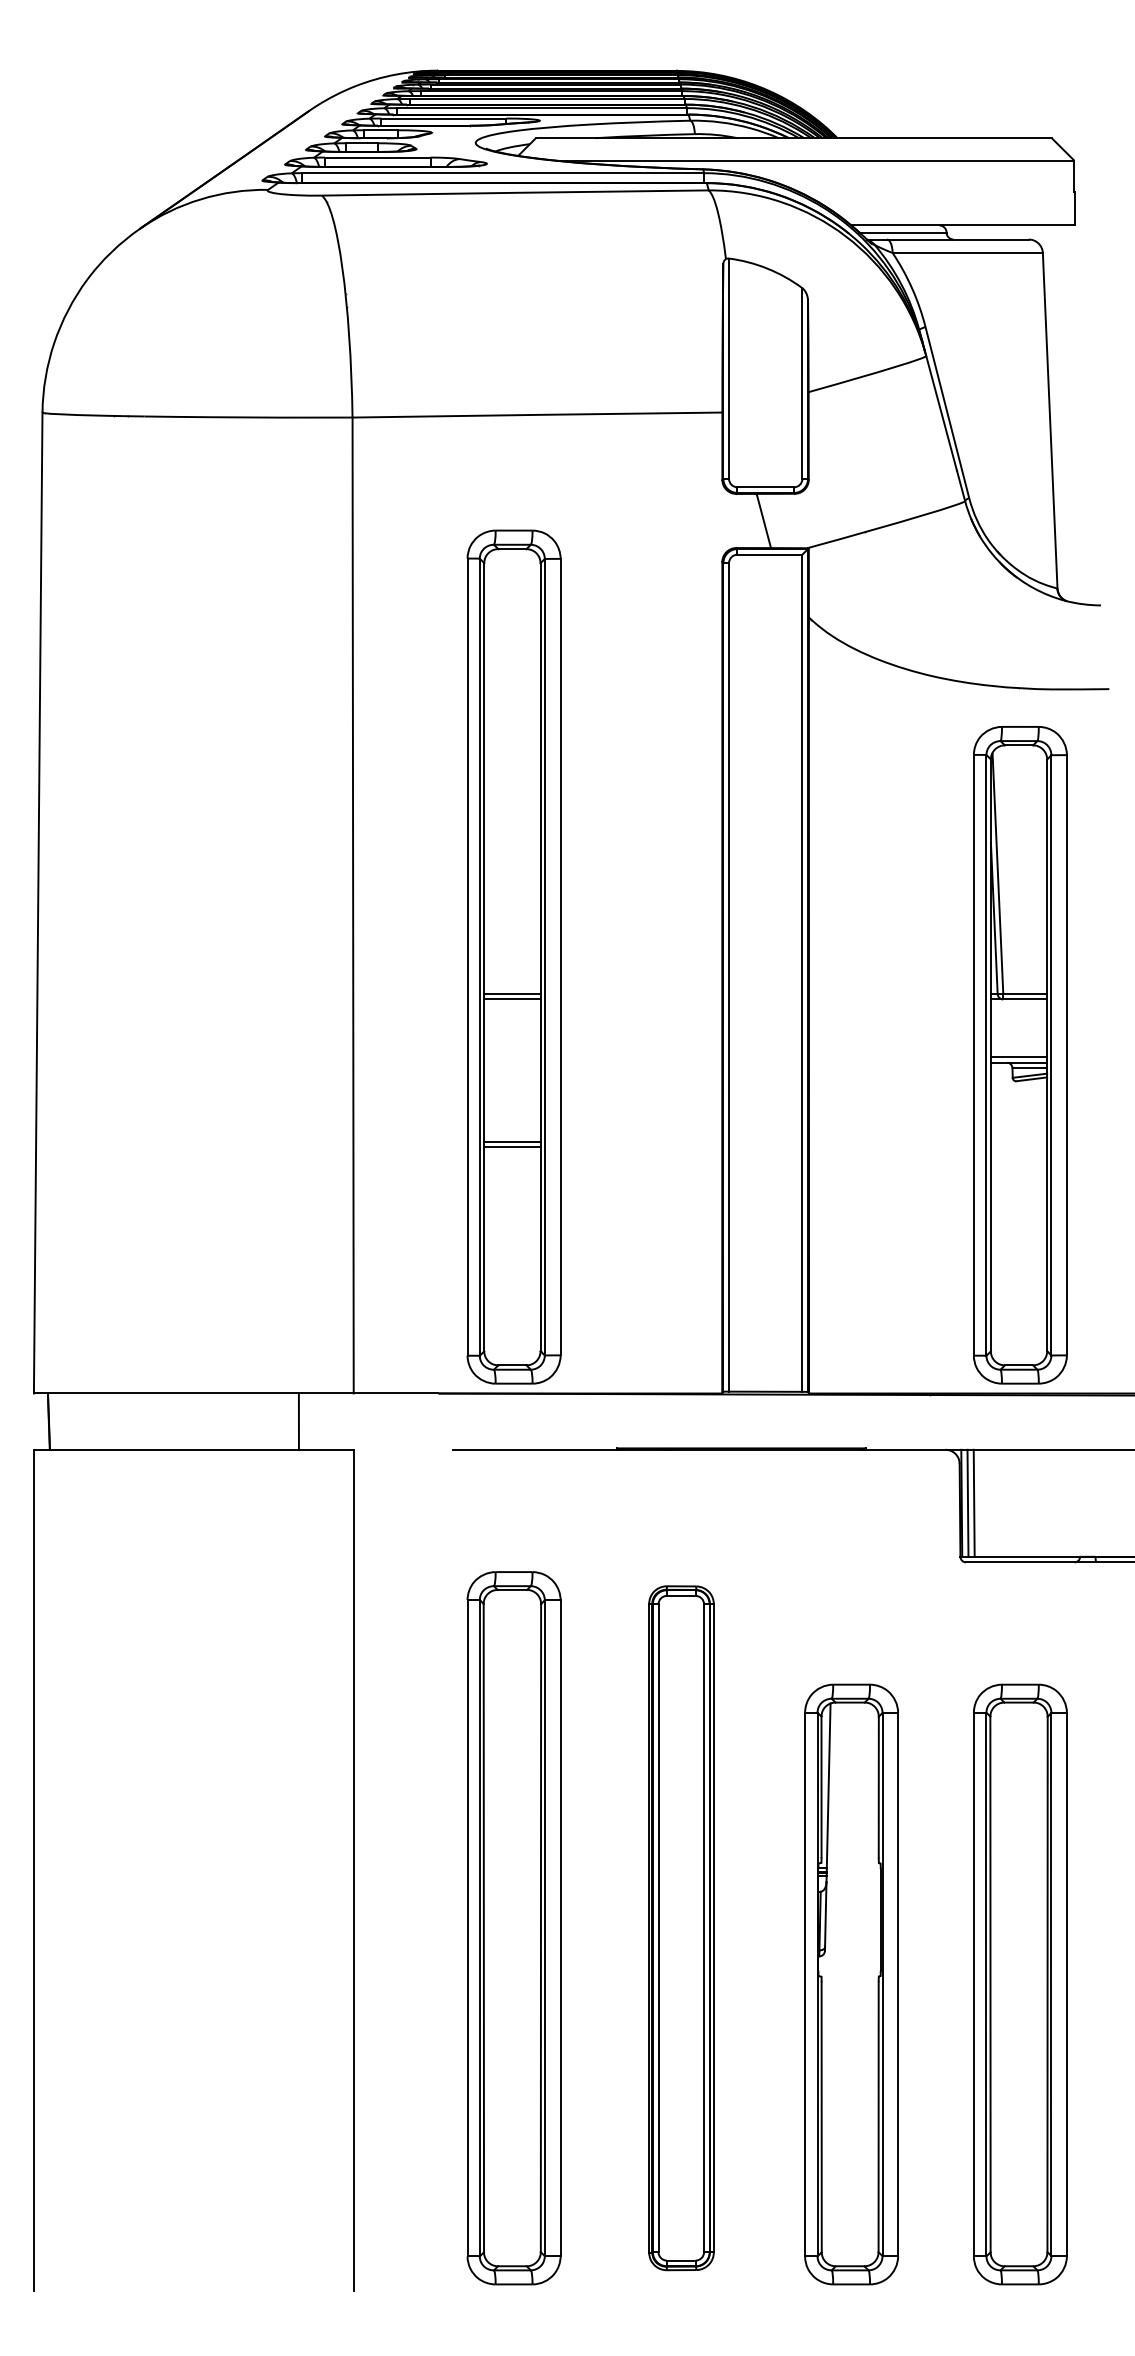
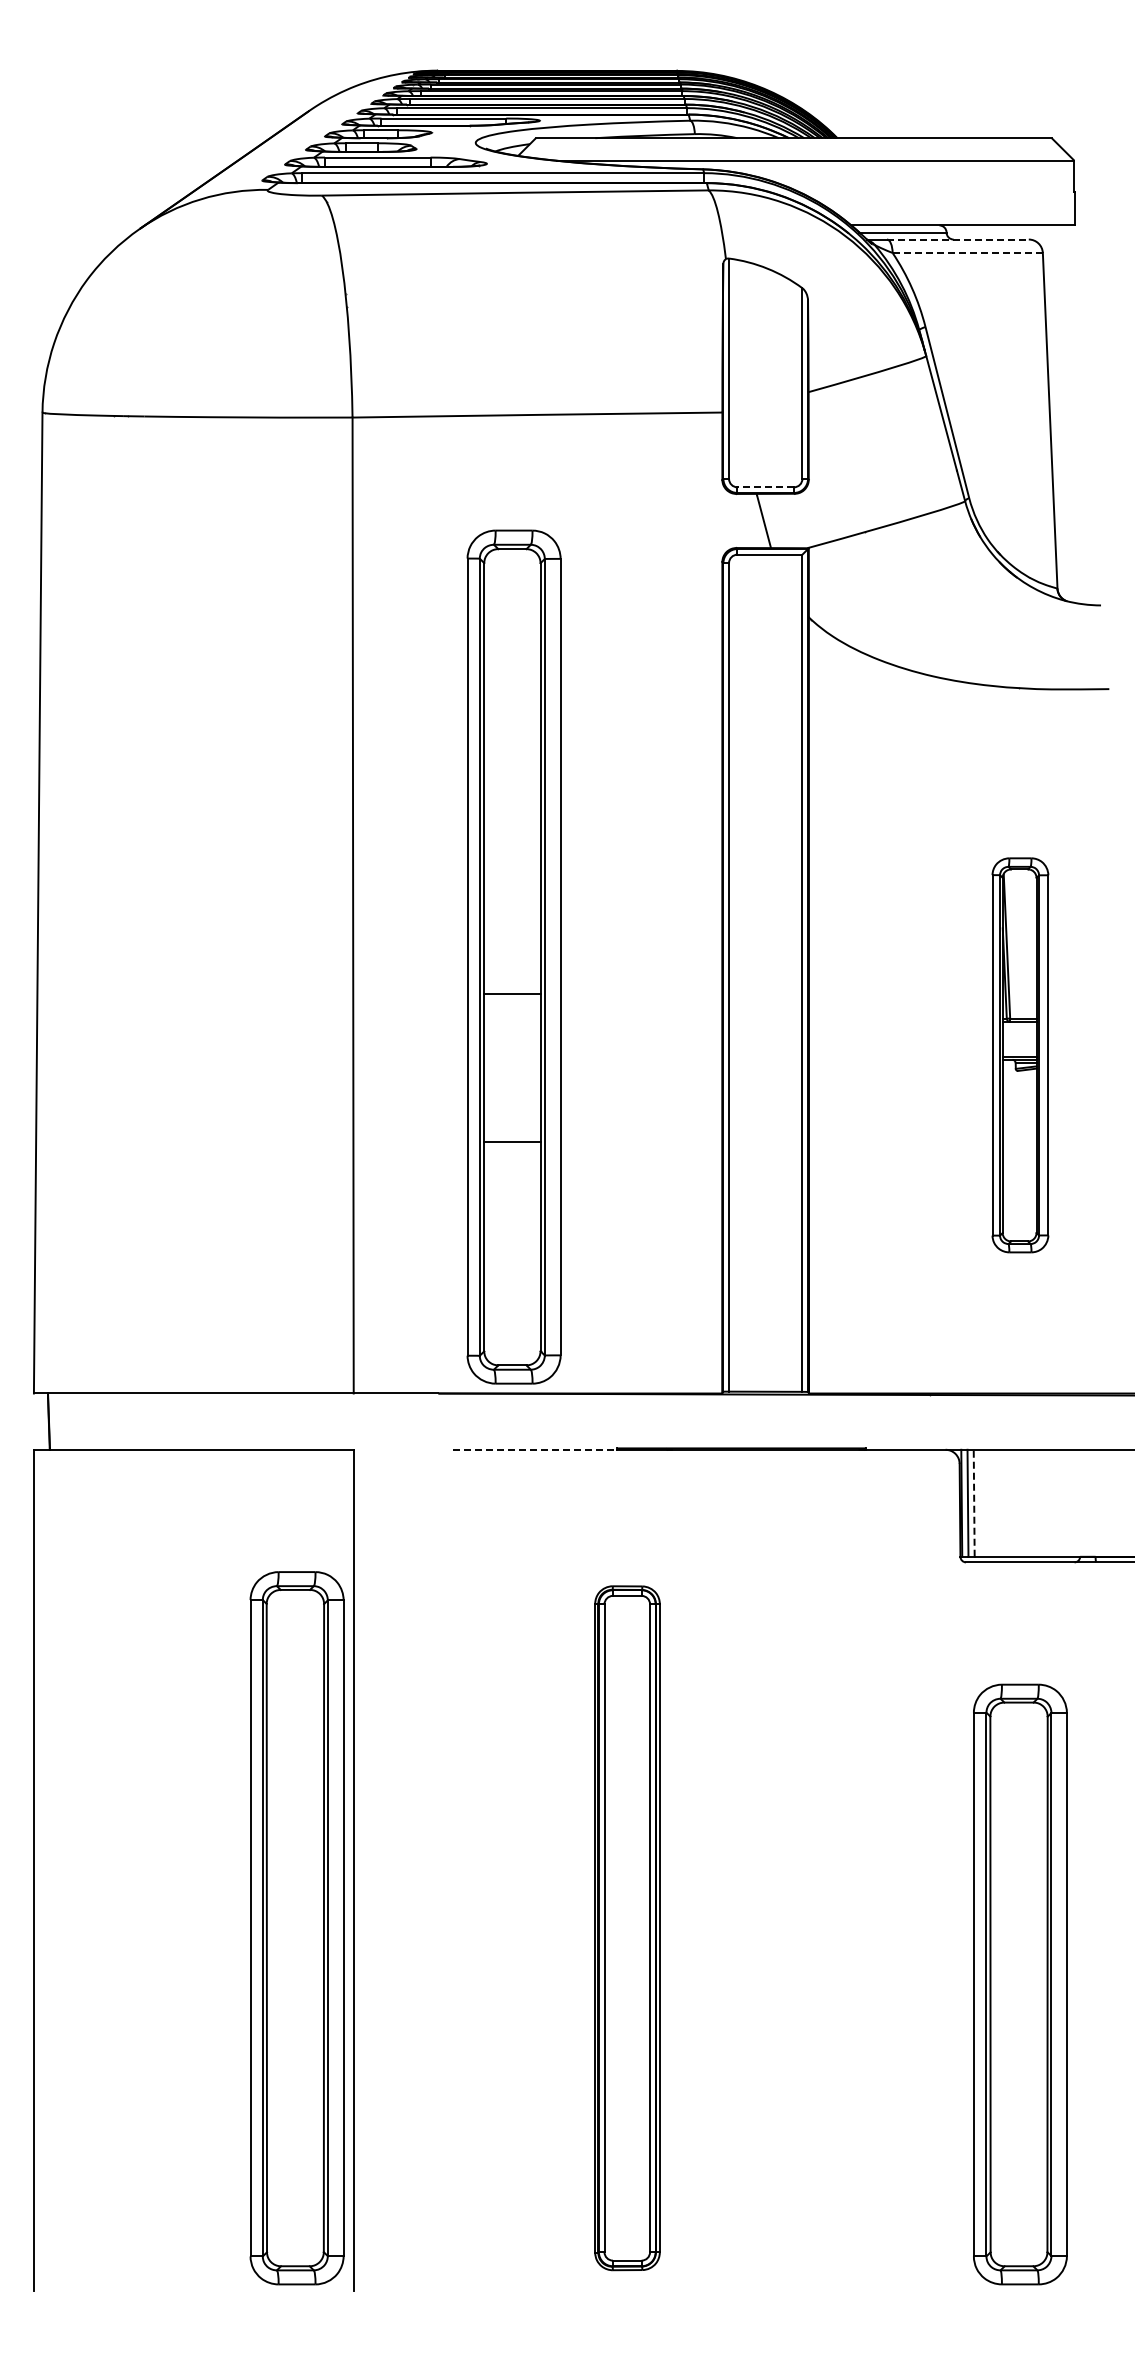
line at (957, 239): solid -> dashed
line at (967, 253): solid -> dashed
line at (765, 487): solid -> dashed
line at (512, 999): present -> none
part at (1020, 1055) size: 95x659 px -> 59x397 px
line at (512, 1147): present -> none
line at (298, 1421): present -> none
line at (535, 1449): solid -> dashed
line at (974, 1502): solid -> dashed
part at (513, 1928) position: (513, 1928) -> (296, 1928)
part at (681, 1928) position: (681, 1928) -> (627, 1928)
part at (851, 1984): present -> none
